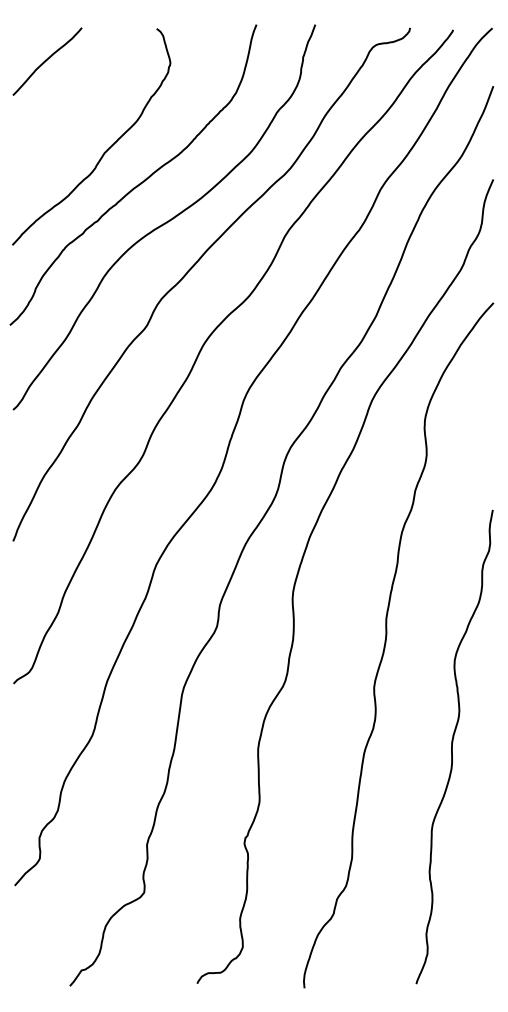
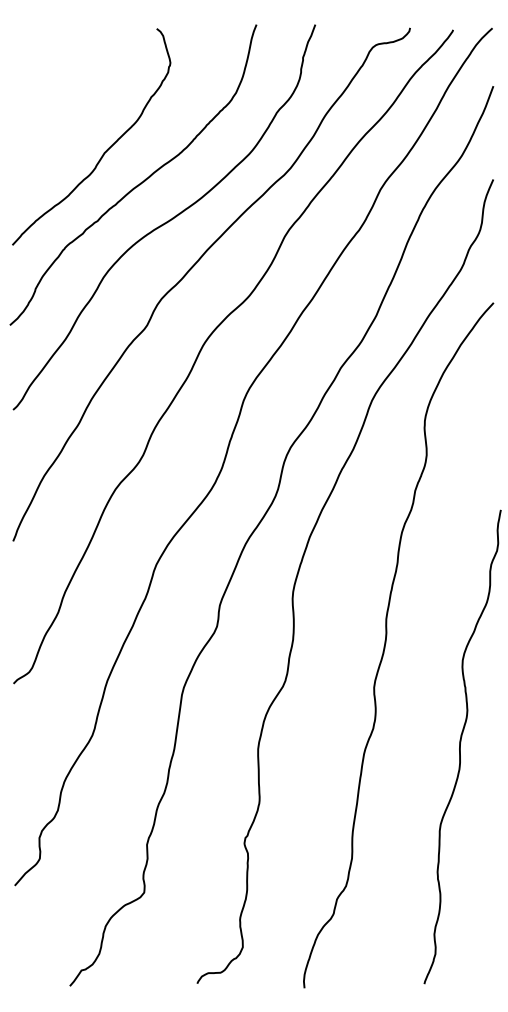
curve at (47, 60): present -> none
curve at (452, 746) position: (452, 746) -> (460, 746)
